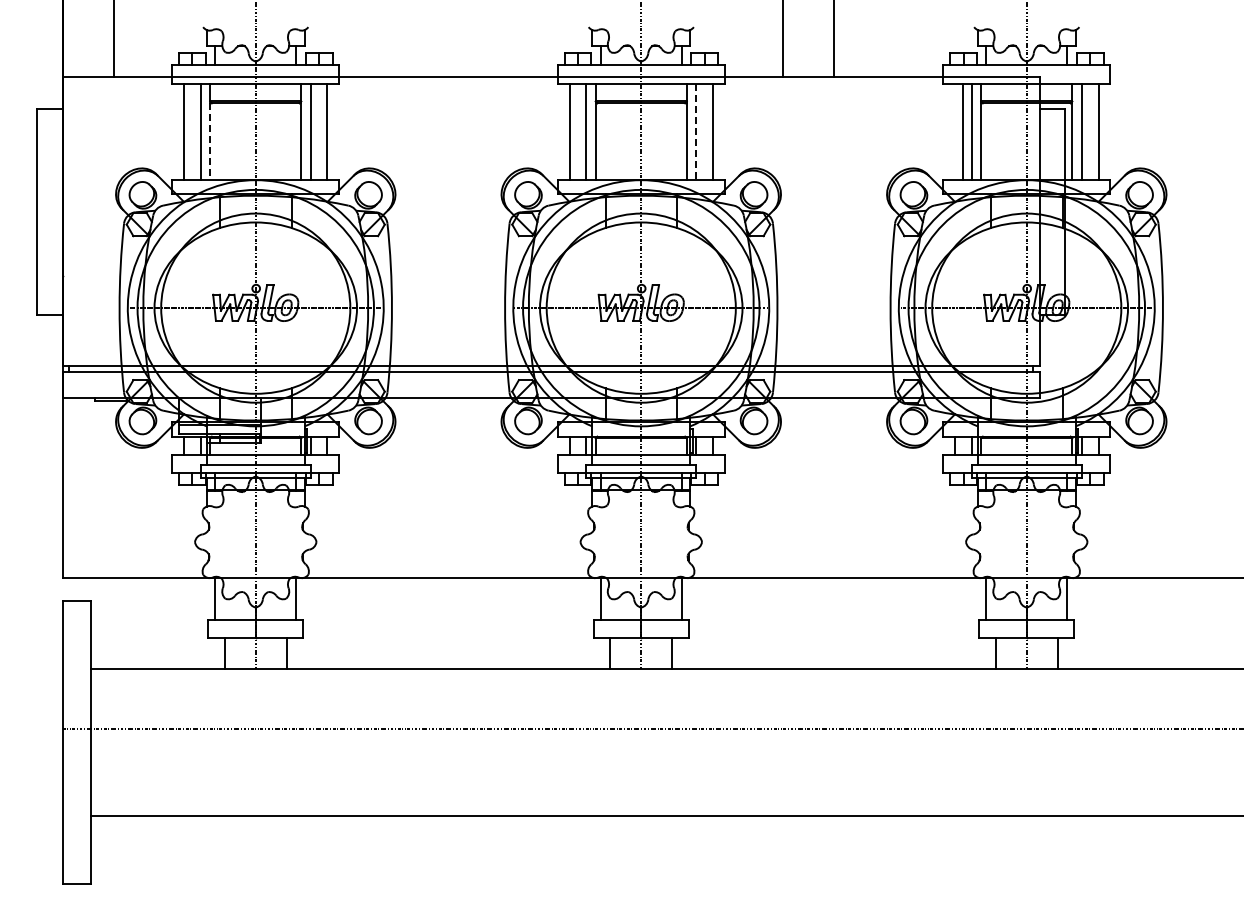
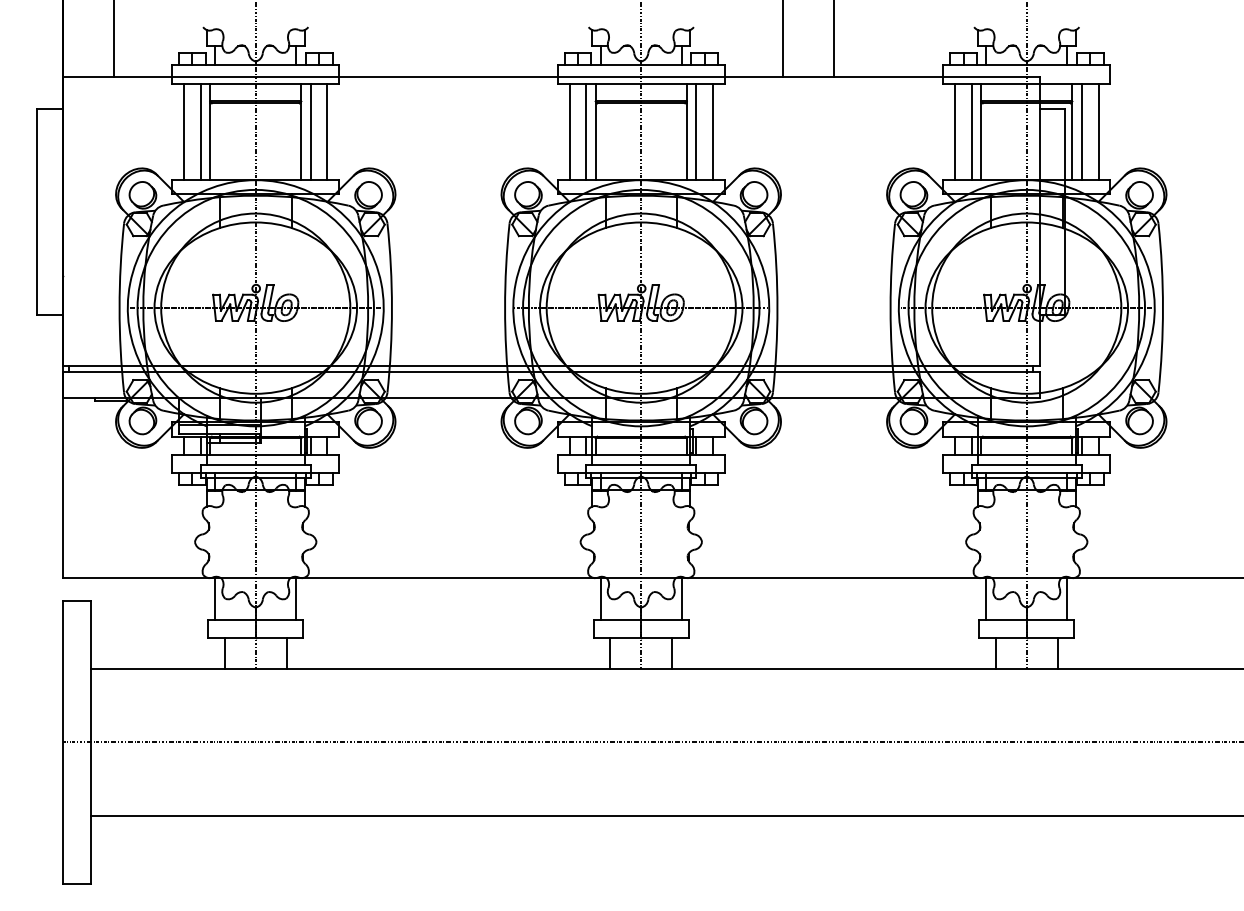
line at (963, 131) position: (963, 131) -> (955, 131)
line at (696, 132): dashed -> solid
line at (210, 142): dashed -> solid
line at (651, 729) position: (651, 729) -> (651, 742)
